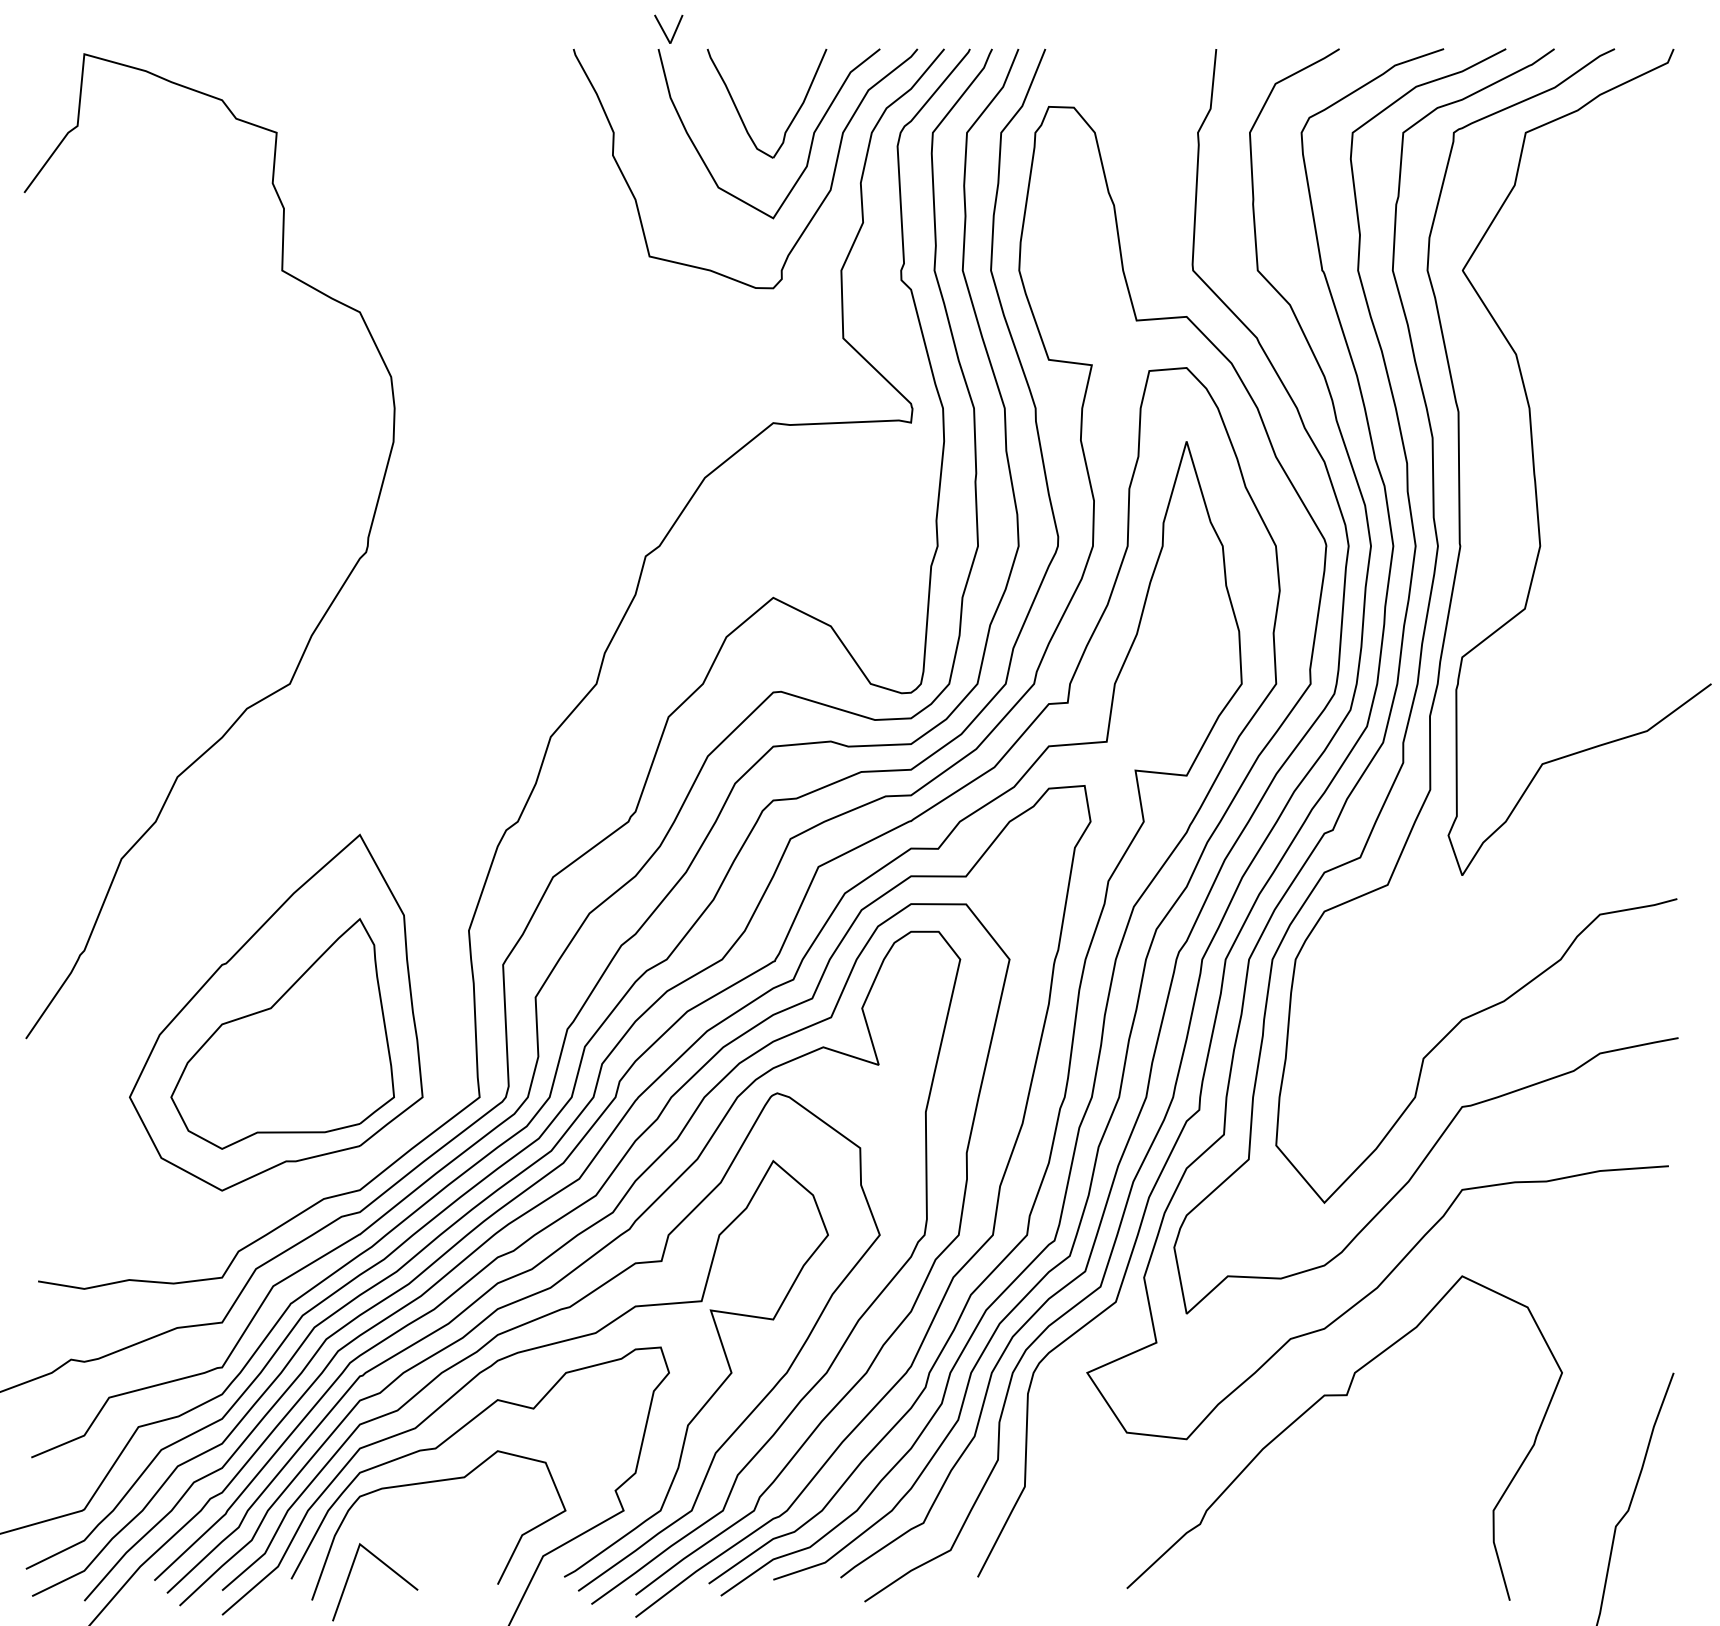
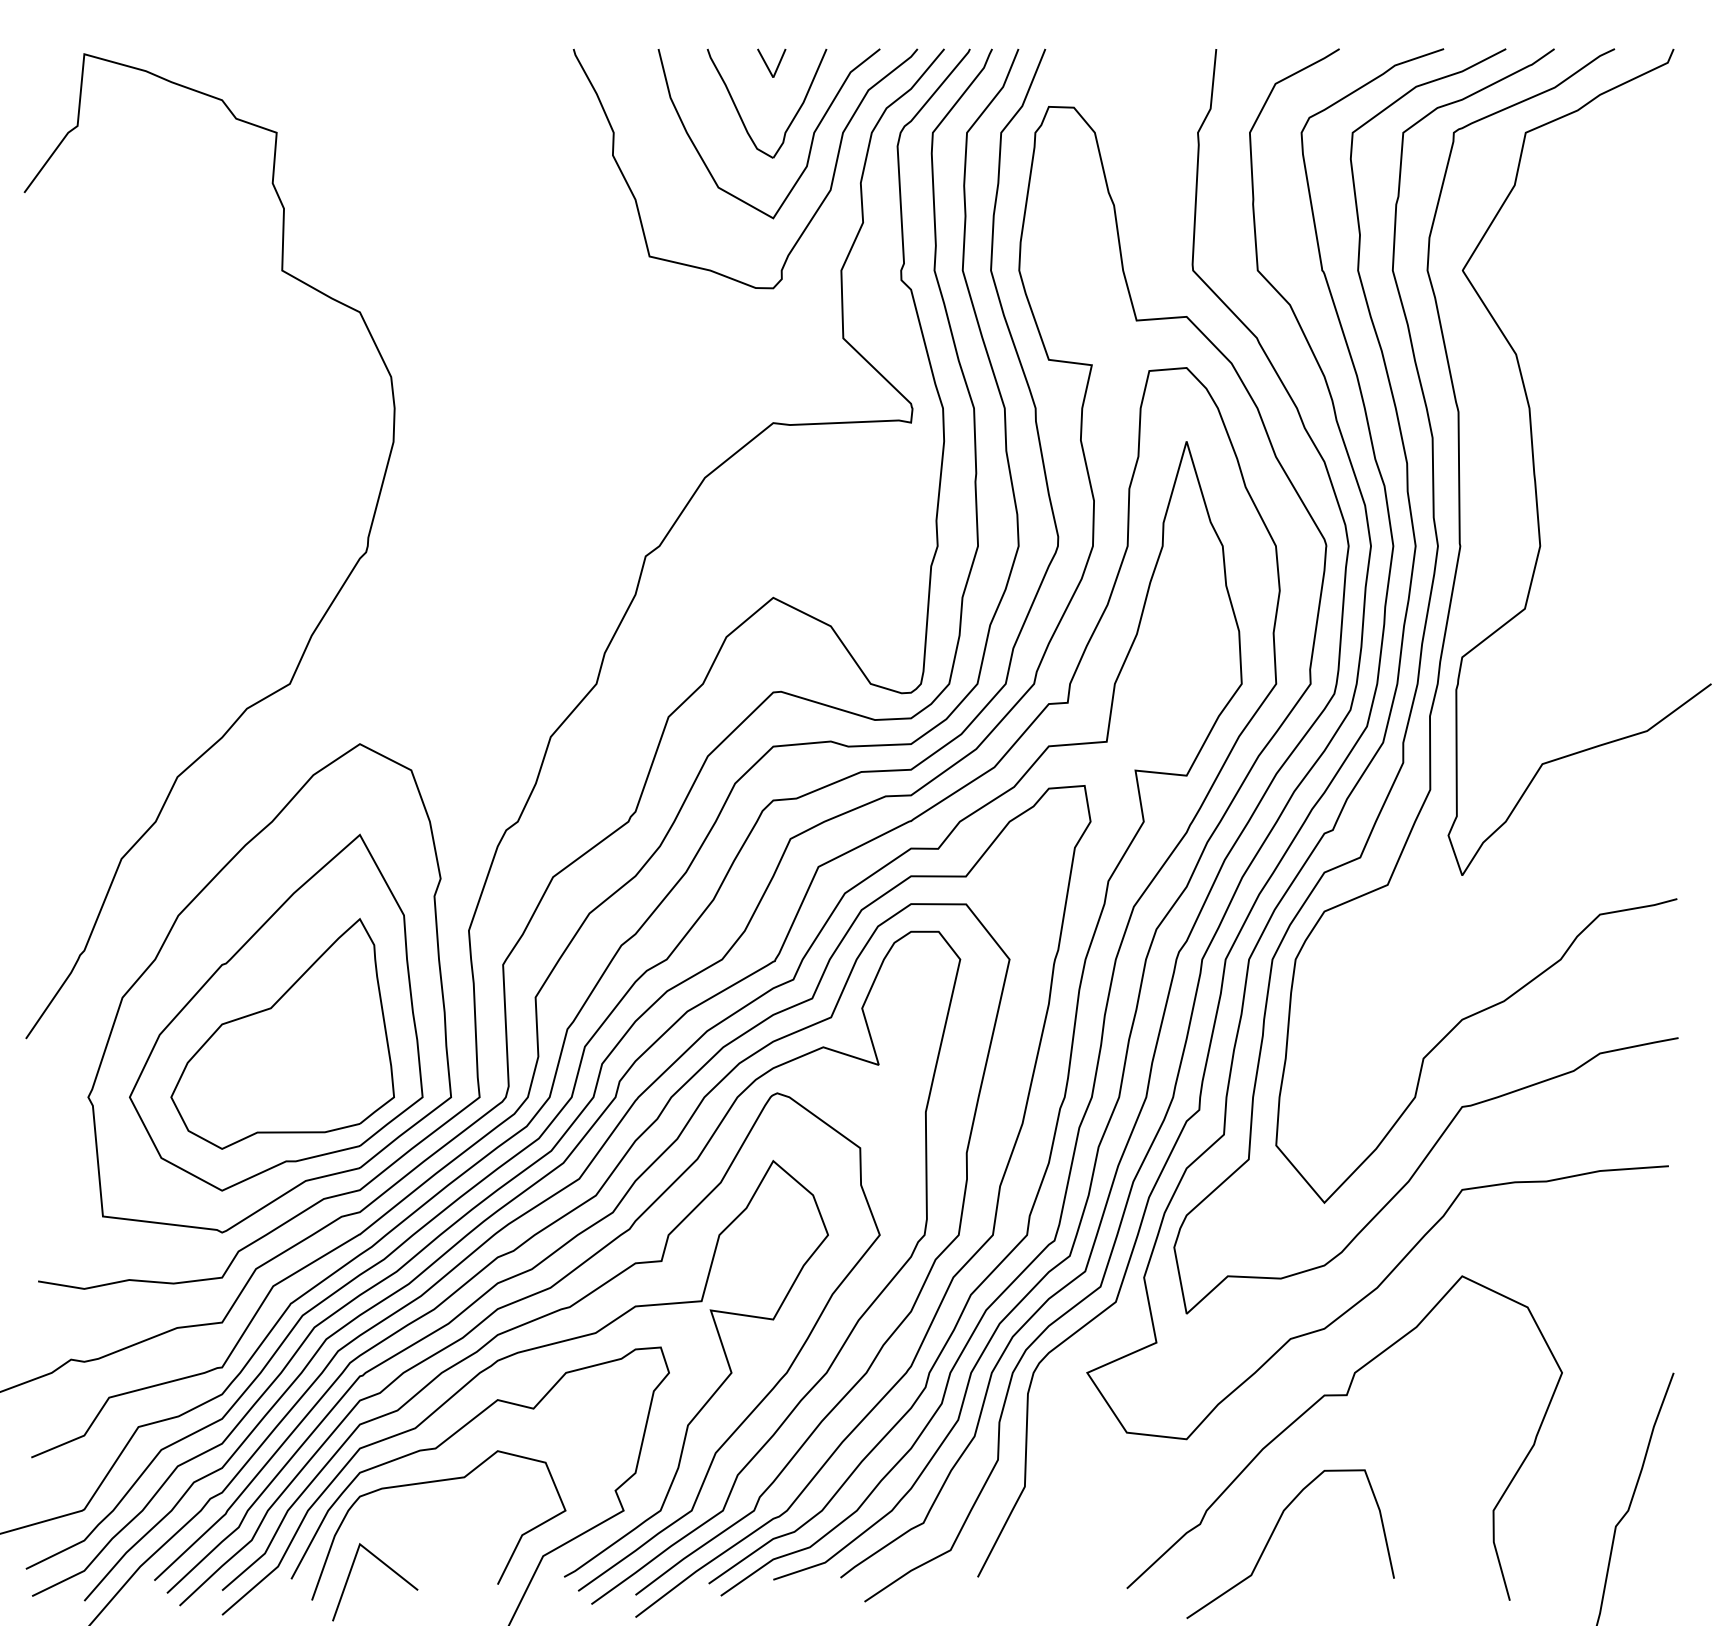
part at (668, 28) position: (668, 28) -> (771, 62)
part at (269, 988): none -> present
curve at (1272, 1535): none -> present
